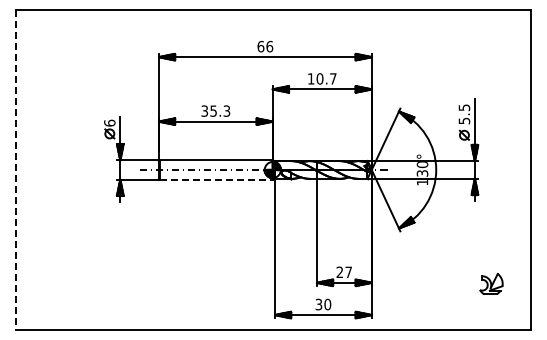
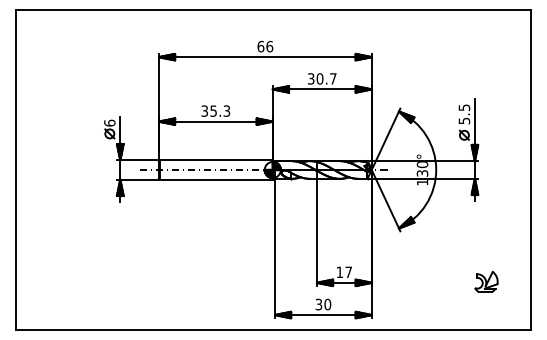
text at (310, 78): 10.7 -> 30.7
line at (16, 170): dashed -> solid
line at (217, 179): dashed -> solid
text at (339, 271): 27 -> 17
part at (491, 283) position: (491, 283) -> (486, 281)
